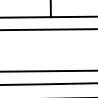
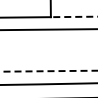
line at (73, 16): solid -> dashed
line at (49, 71): solid -> dashed
